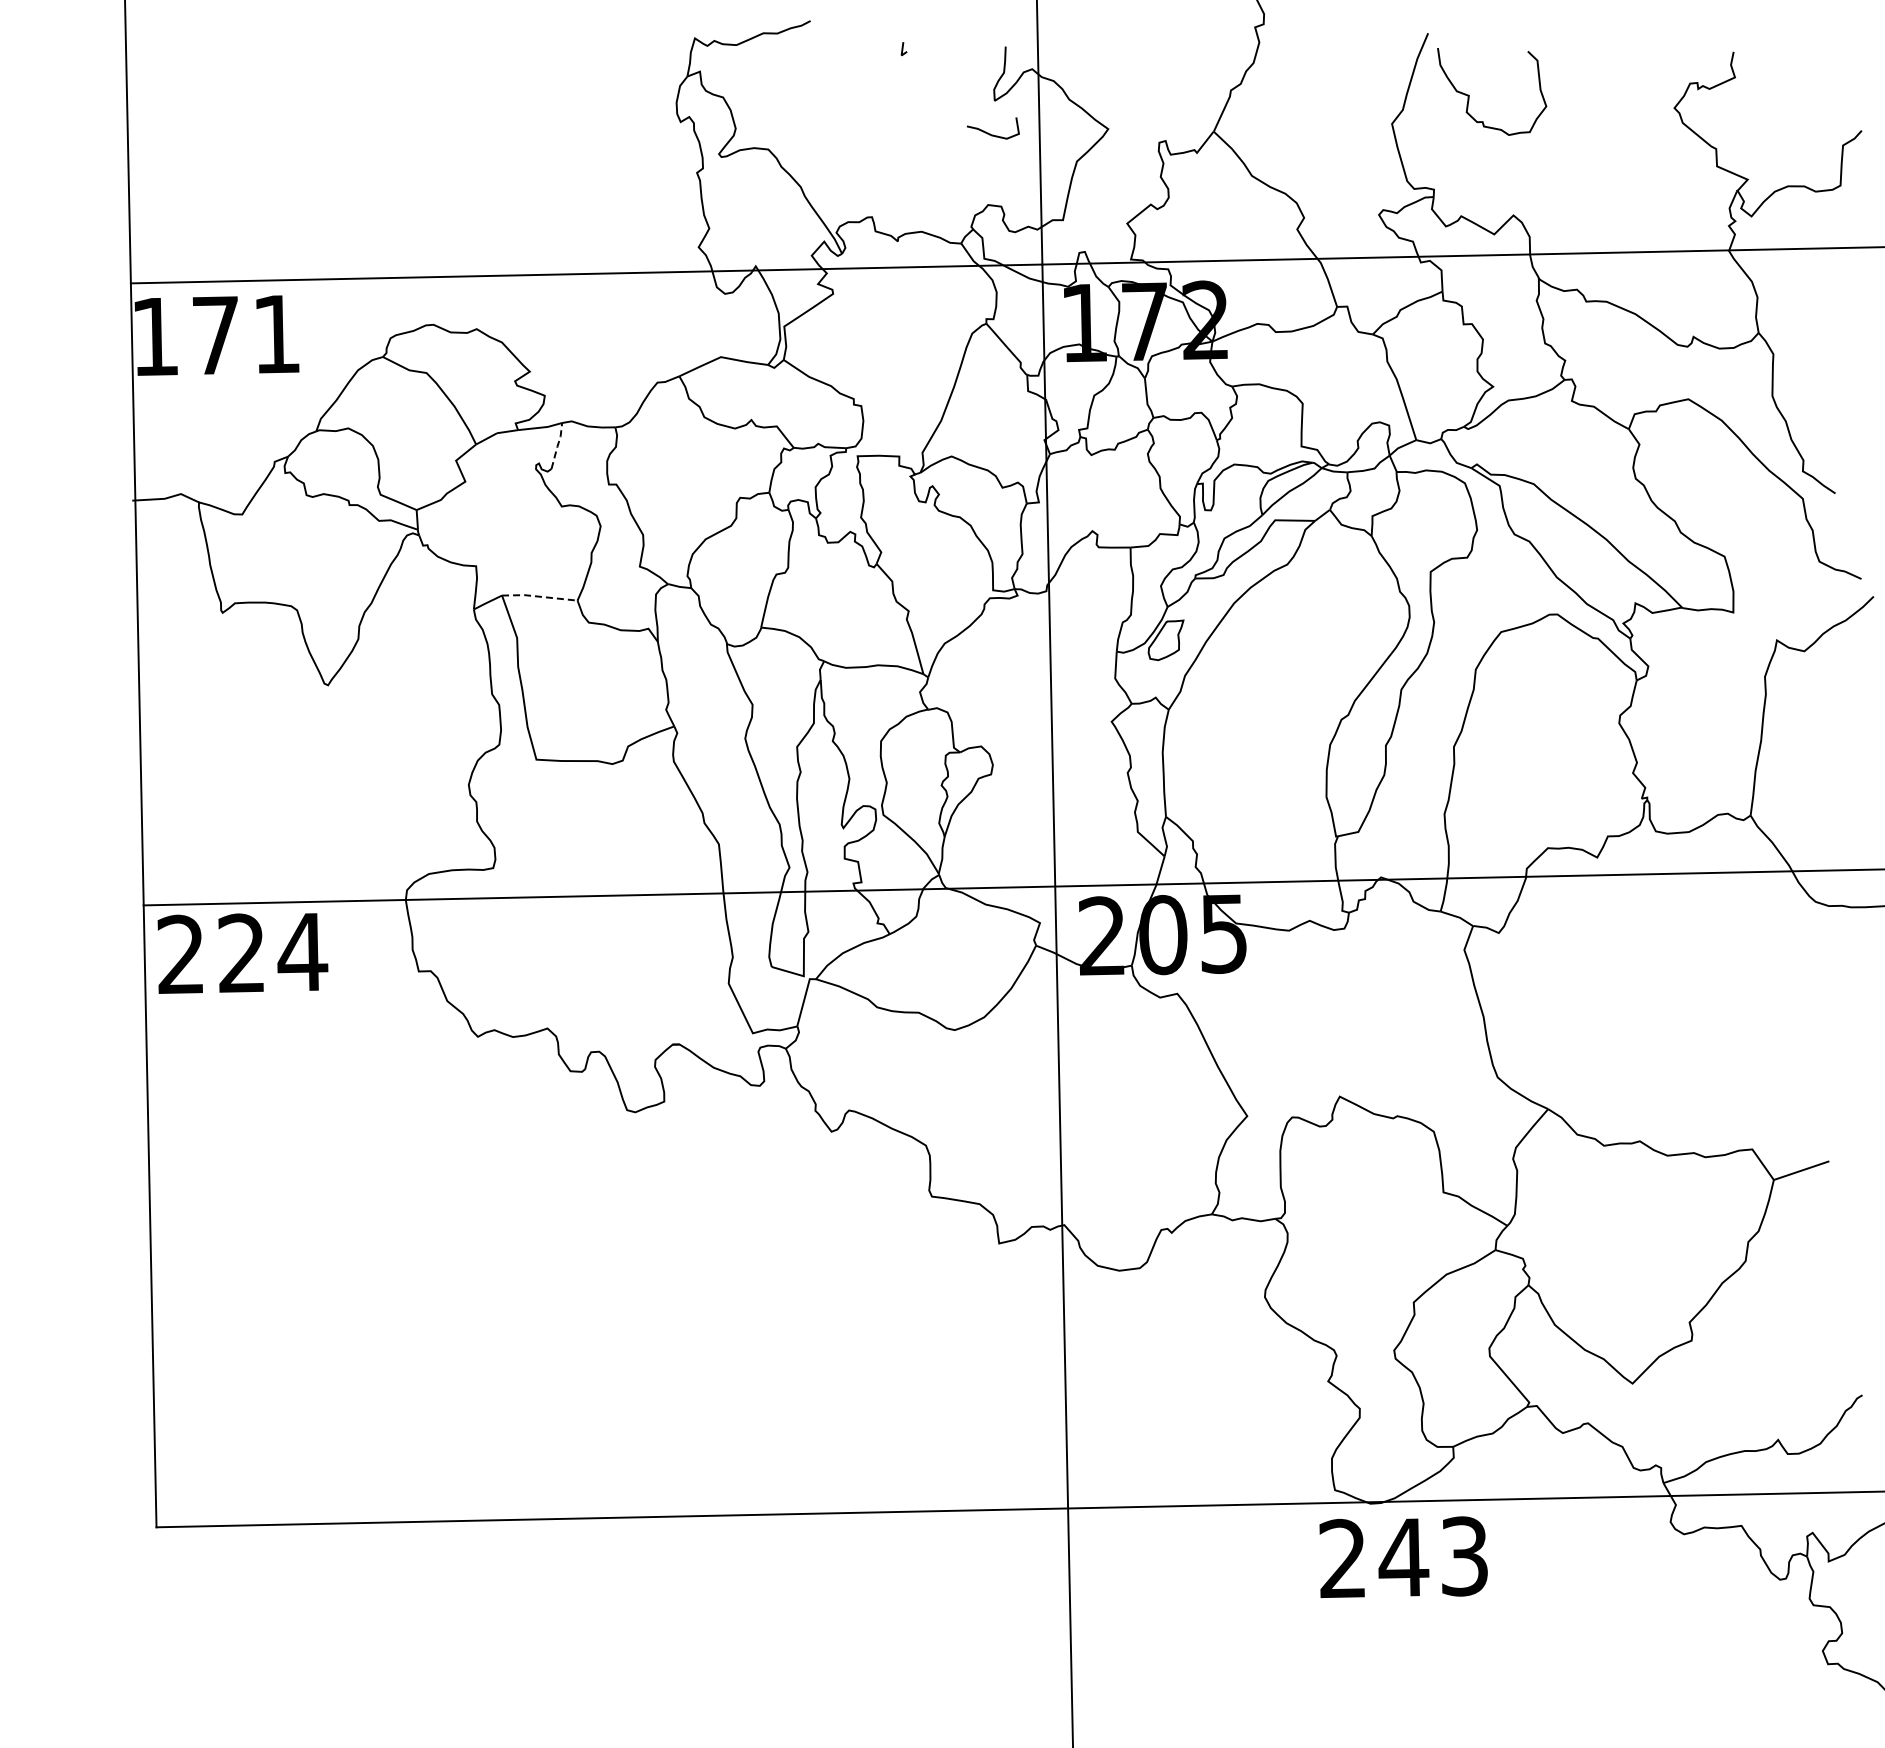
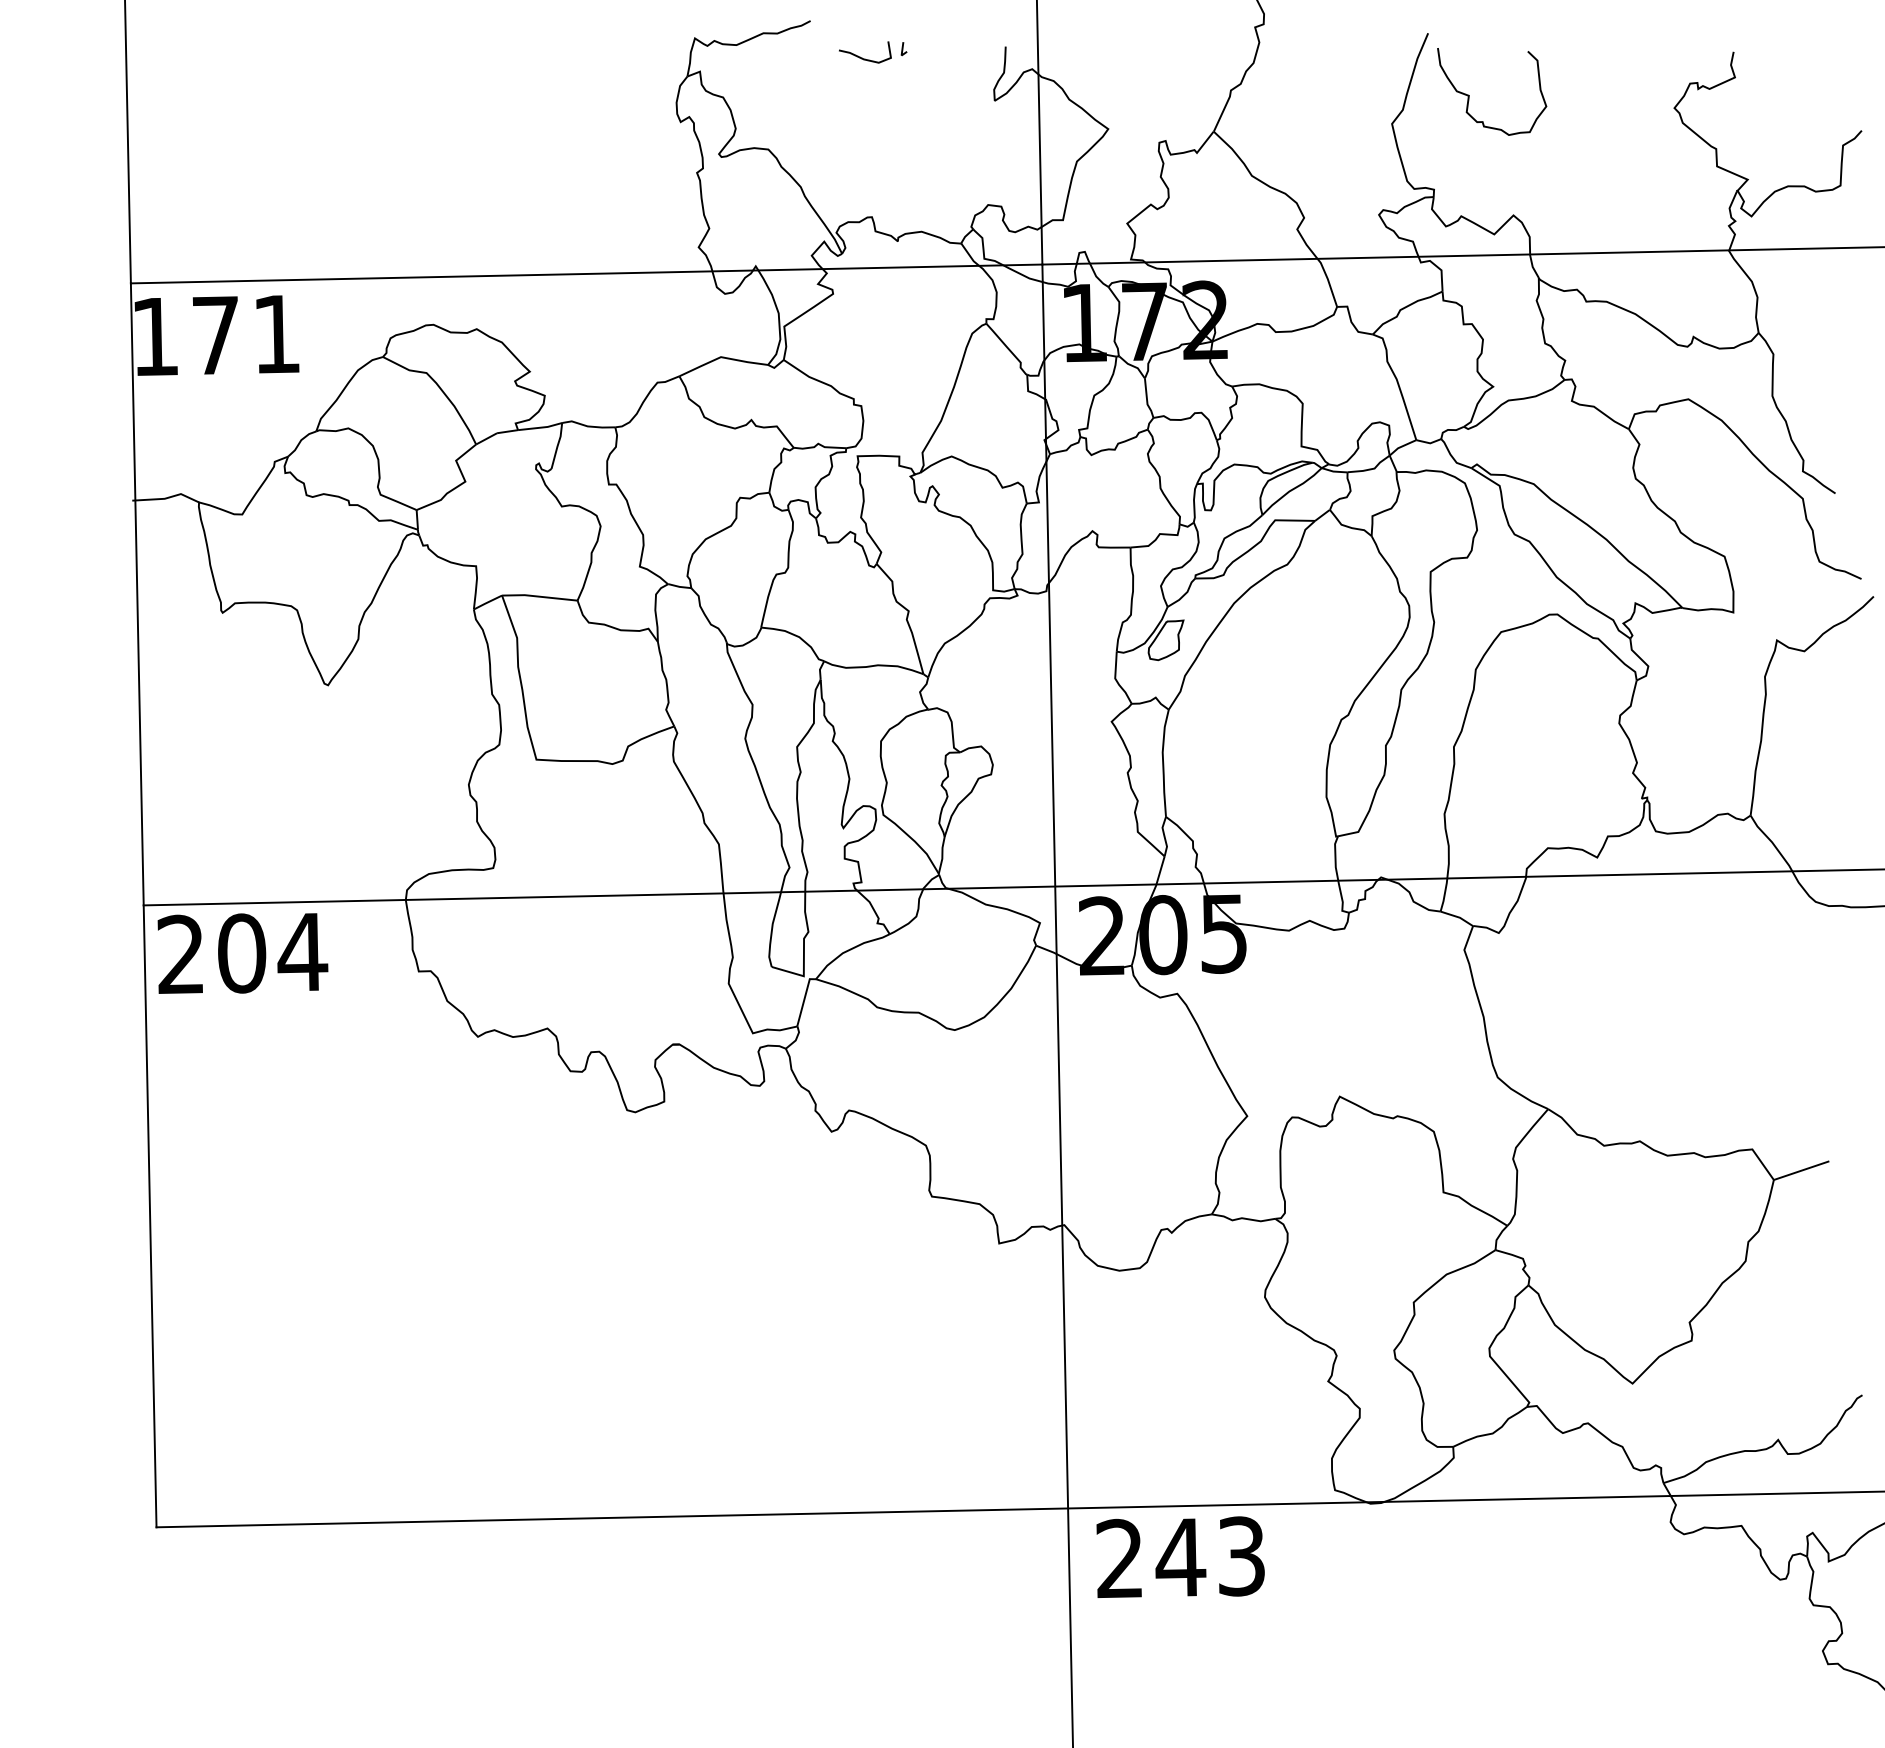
curve at (990, 133) position: (990, 133) -> (862, 57)
line at (557, 445): dashed -> solid
line at (539, 596): dashed -> solid
text at (242, 953): 224 -> 204
text at (1403, 1556) position: (1403, 1556) -> (1180, 1556)
